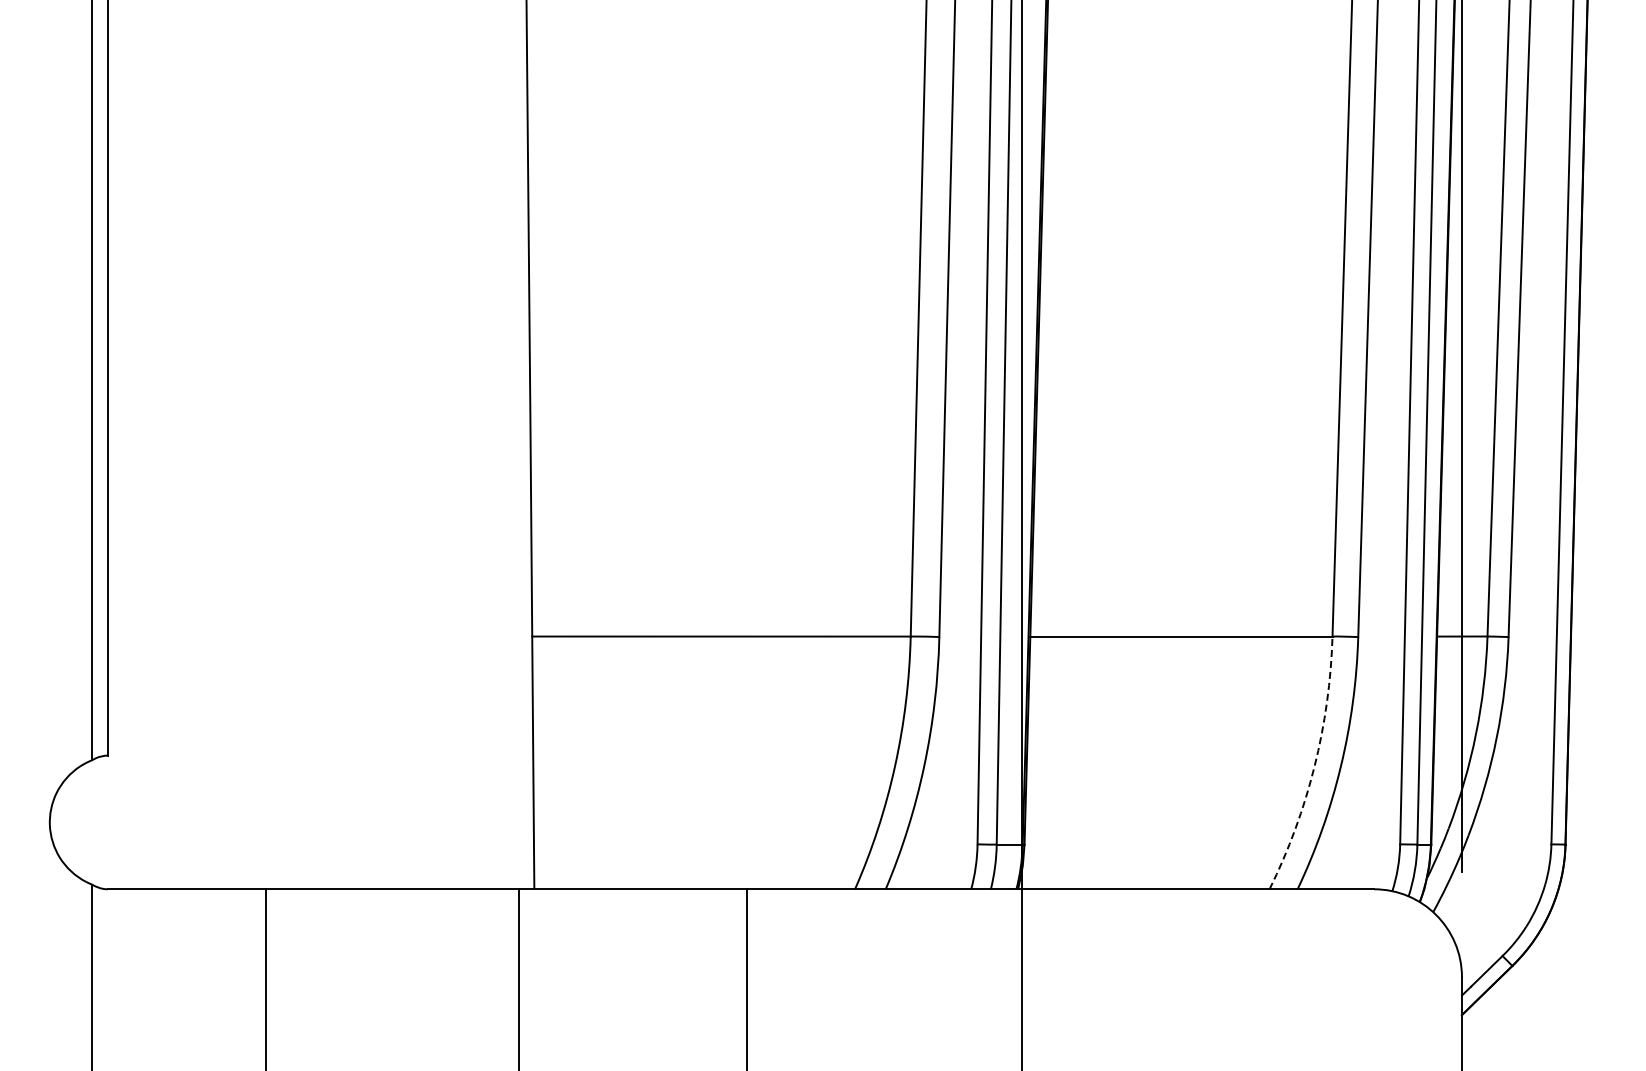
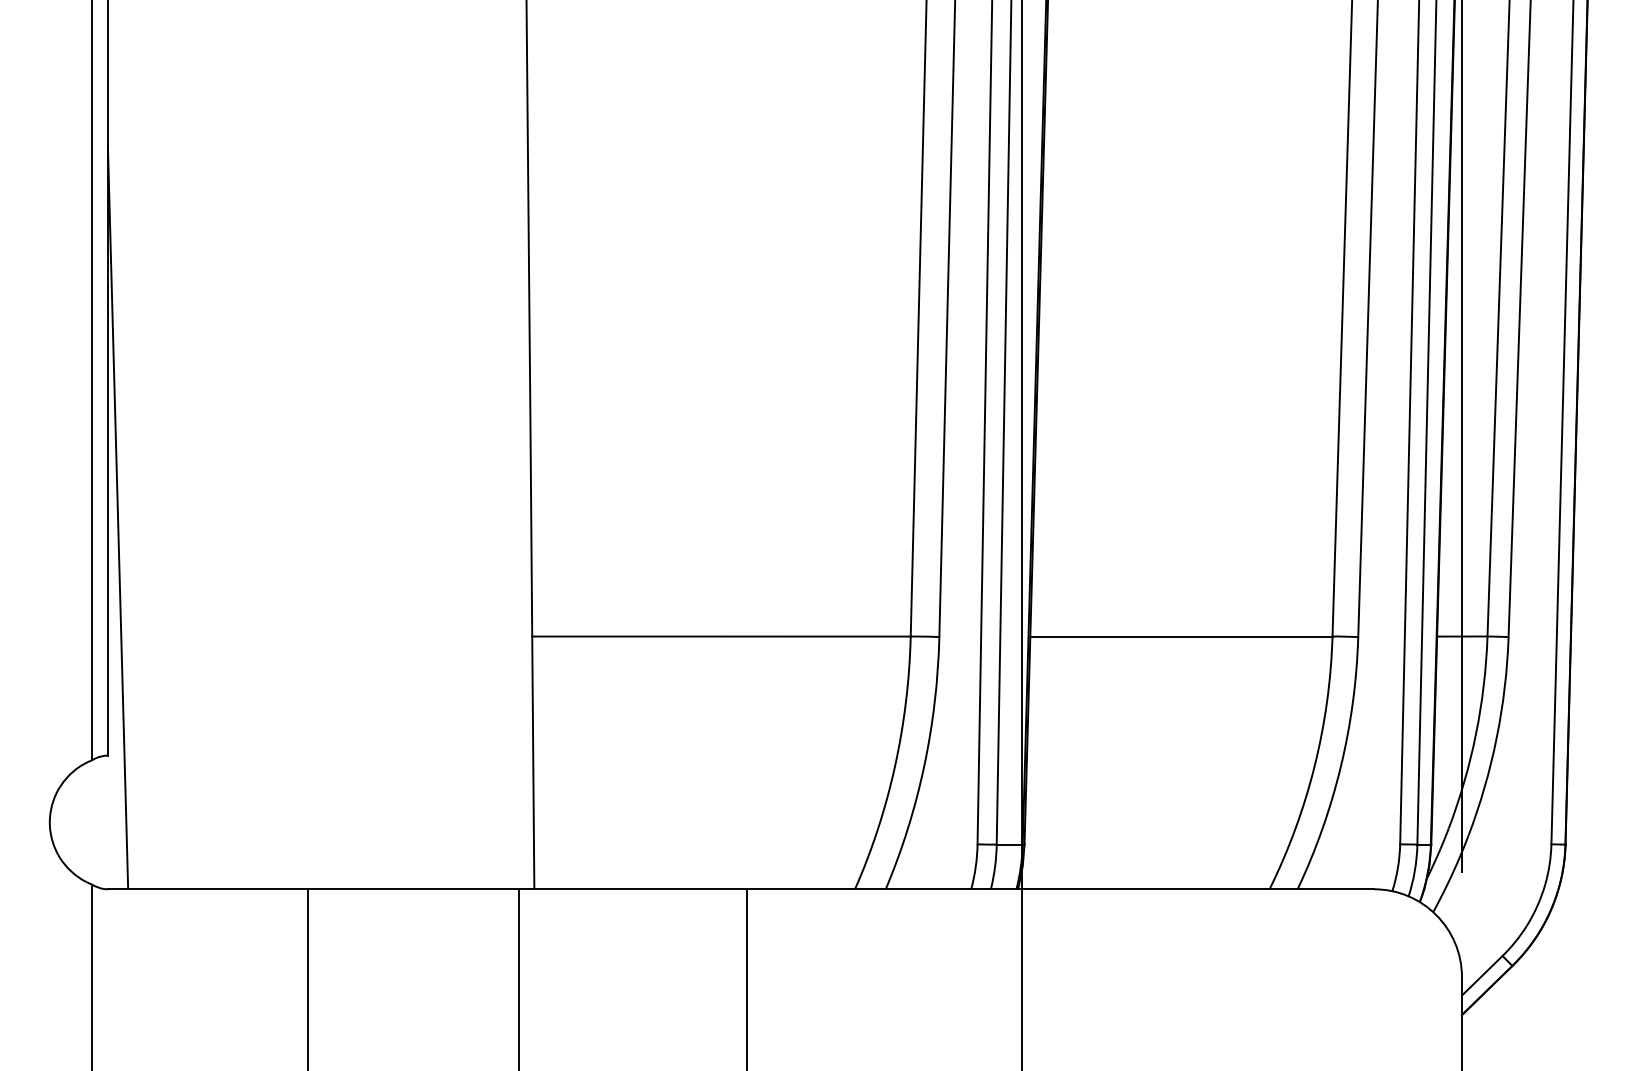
line at (117, 517): none -> present
arc at (1314, 766): dashed -> solid
line at (266, 978) position: (266, 978) -> (308, 978)
